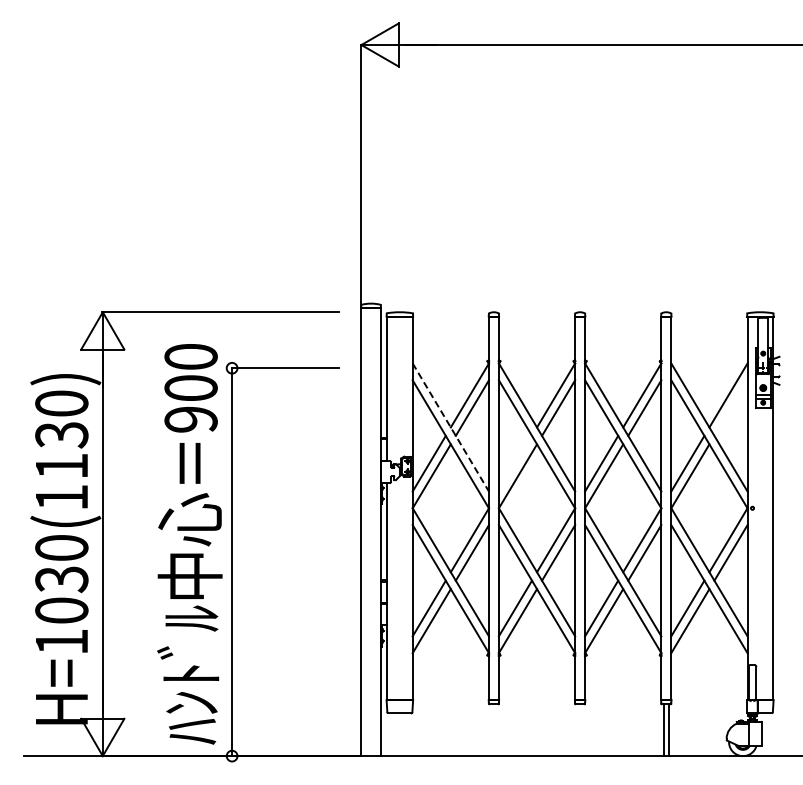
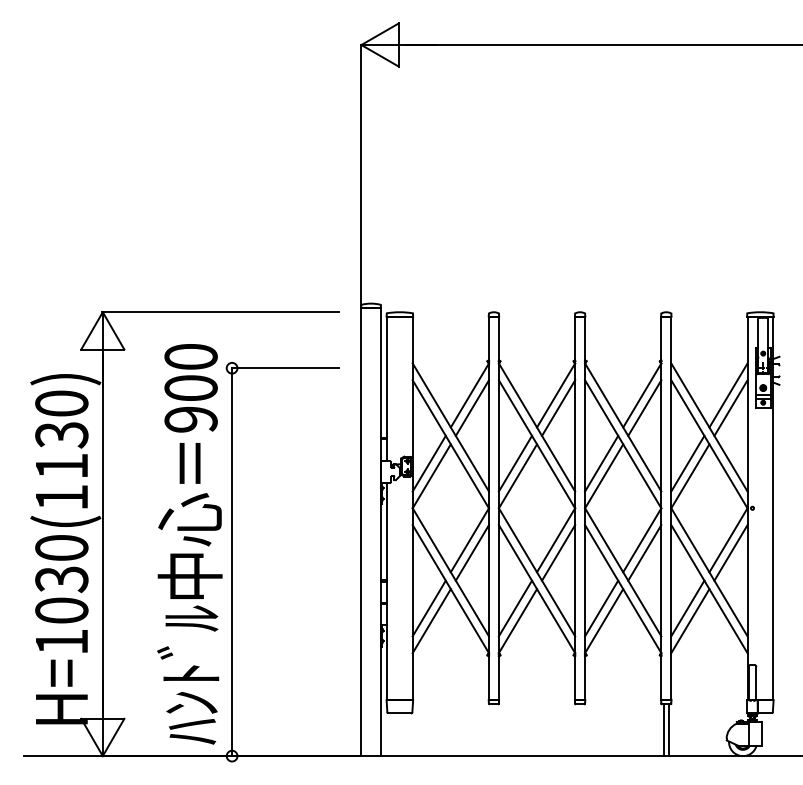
line at (730, 407): none -> present
line at (450, 427): dashed -> solid
line at (514, 463): none -> present
